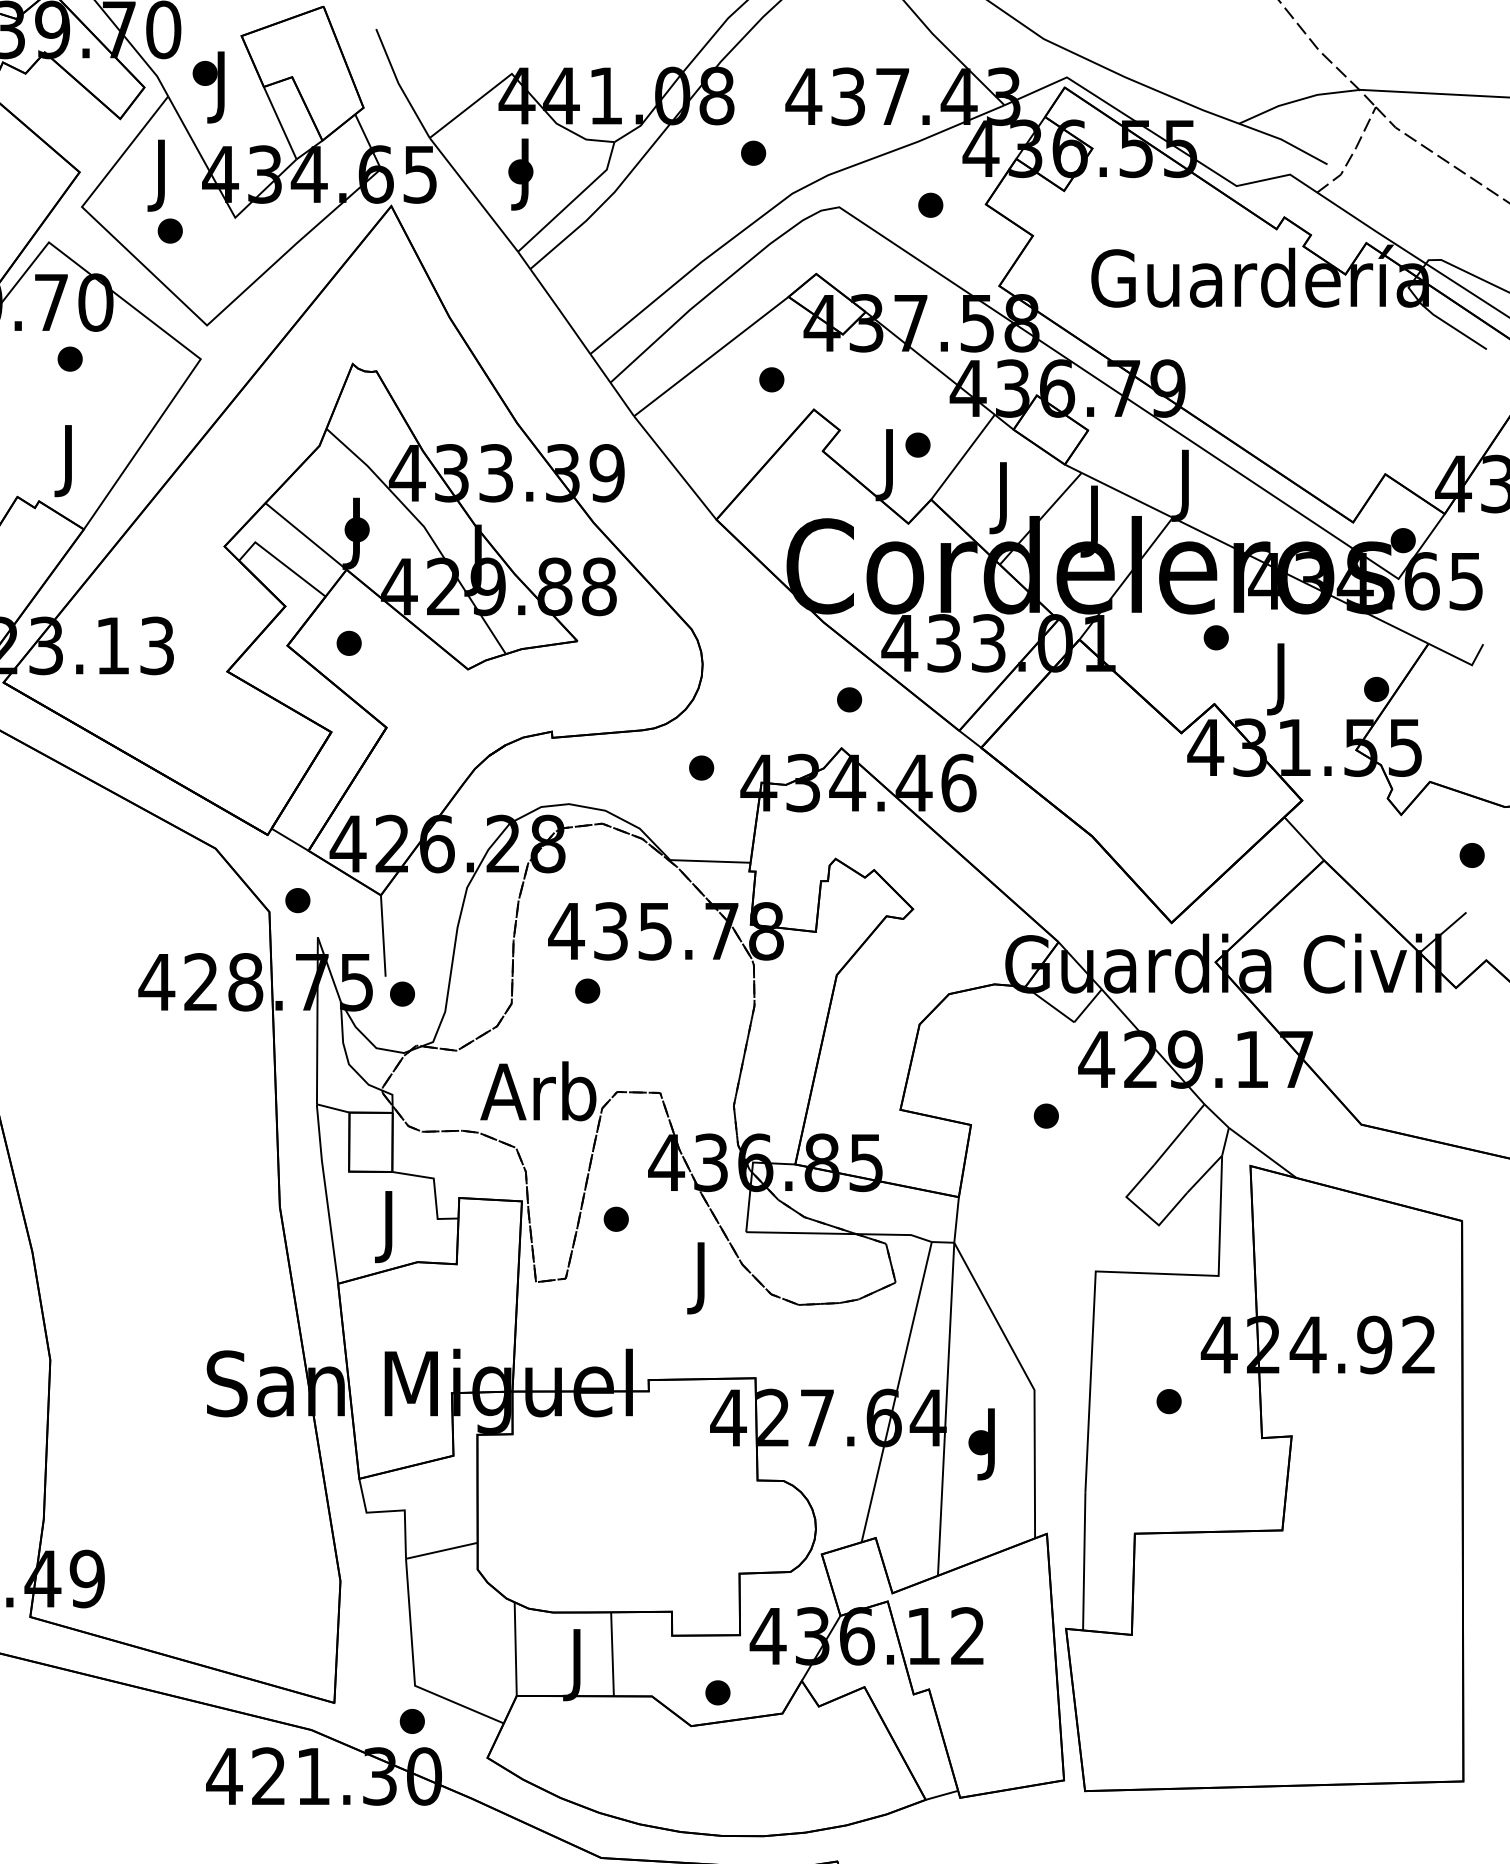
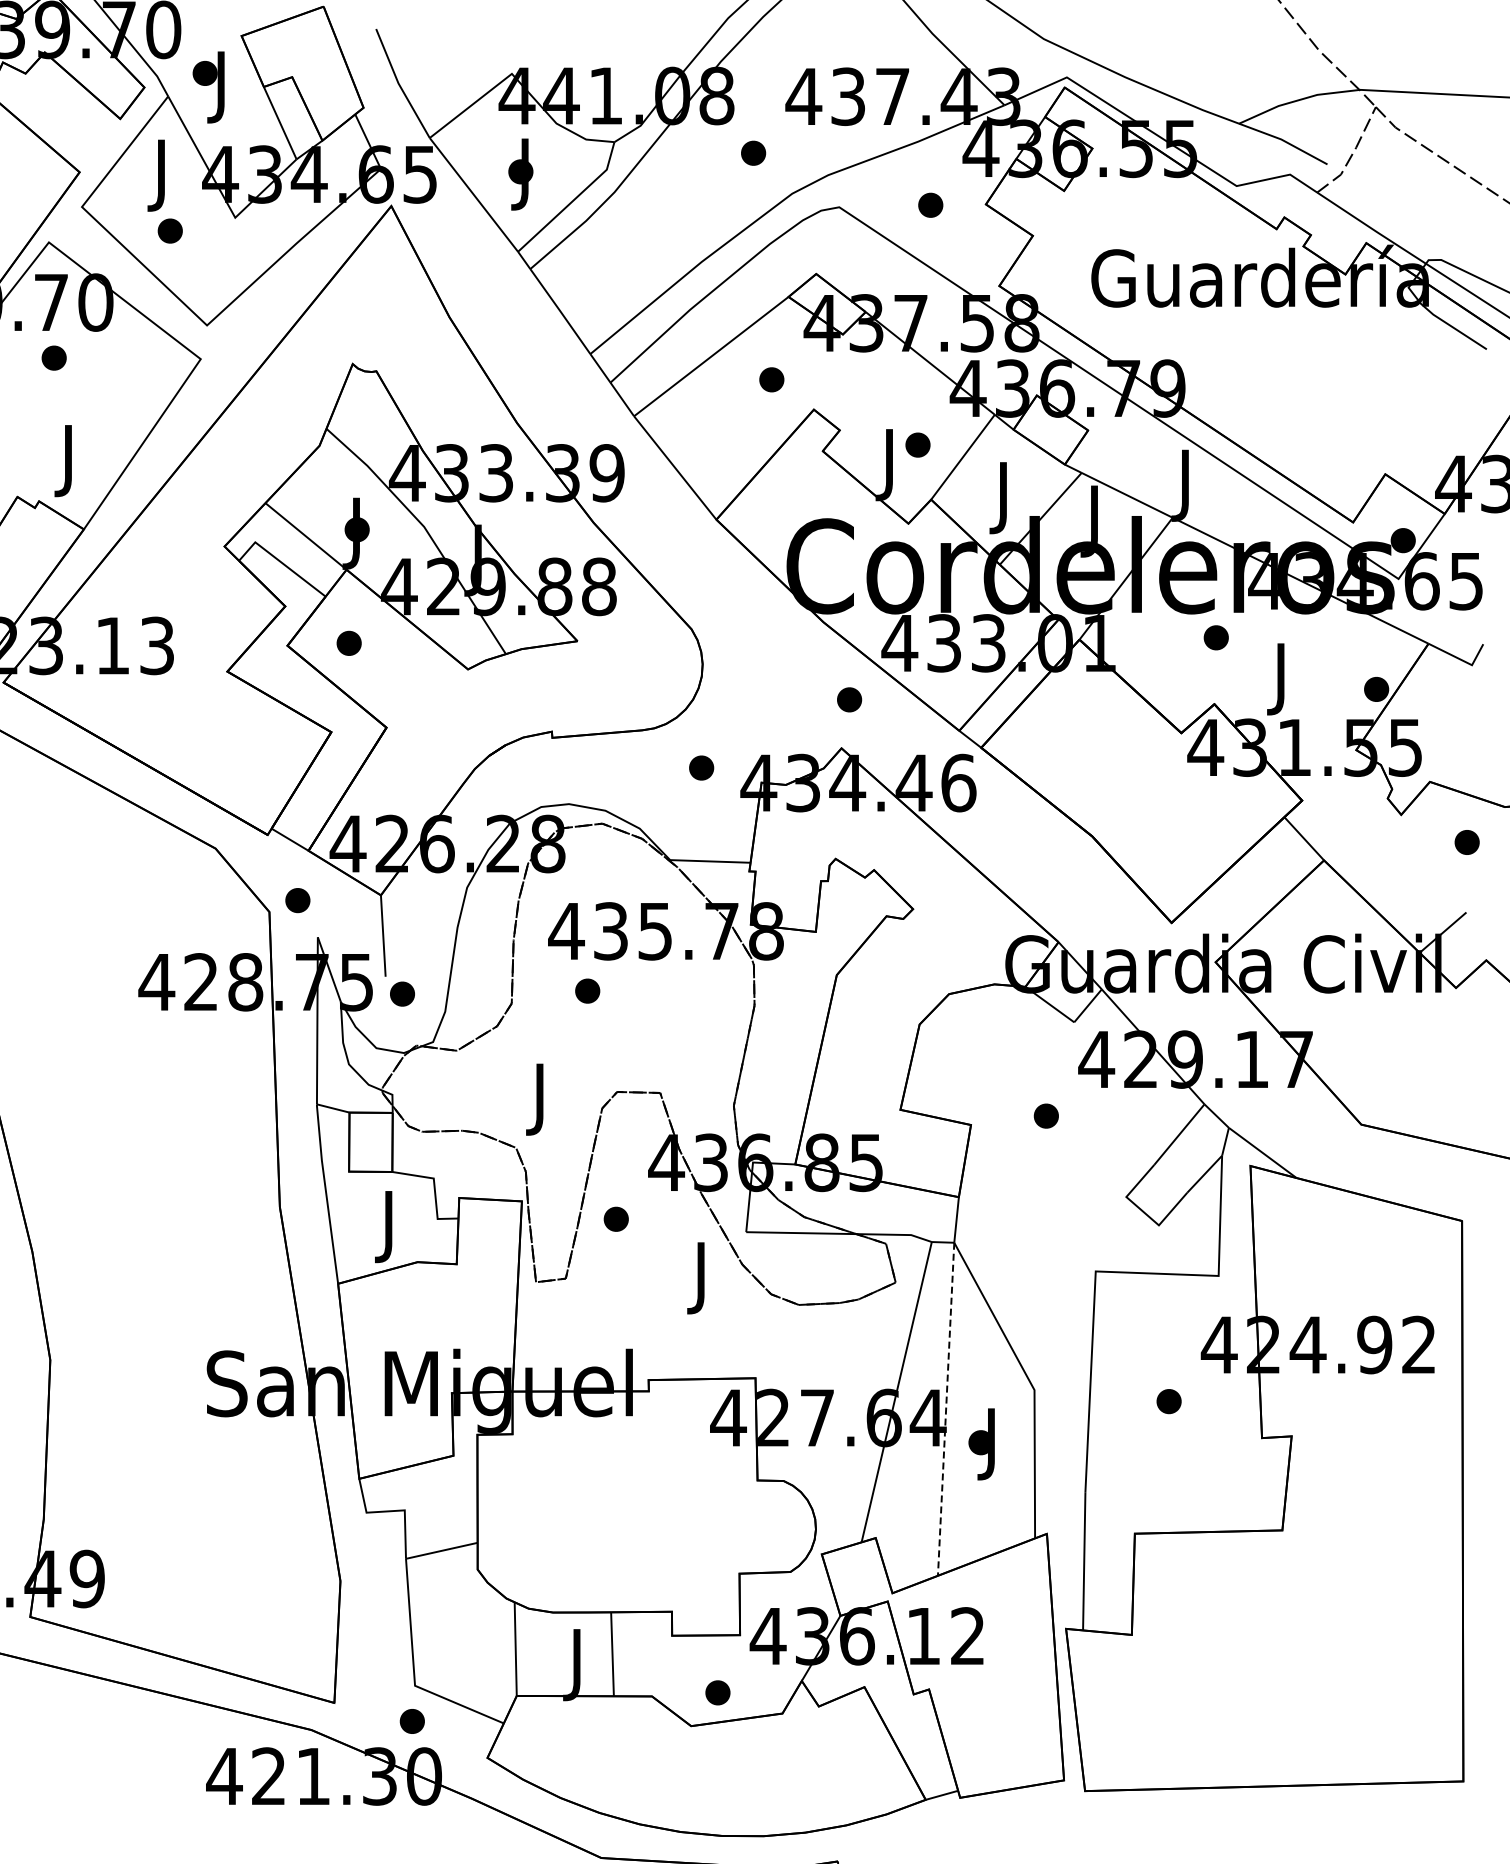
part at (69, 358) position: (69, 358) -> (53, 357)
part at (1471, 855) position: (1471, 855) -> (1466, 842)
text at (538, 1098): Arb -> J
line at (946, 1409): solid -> dashed
